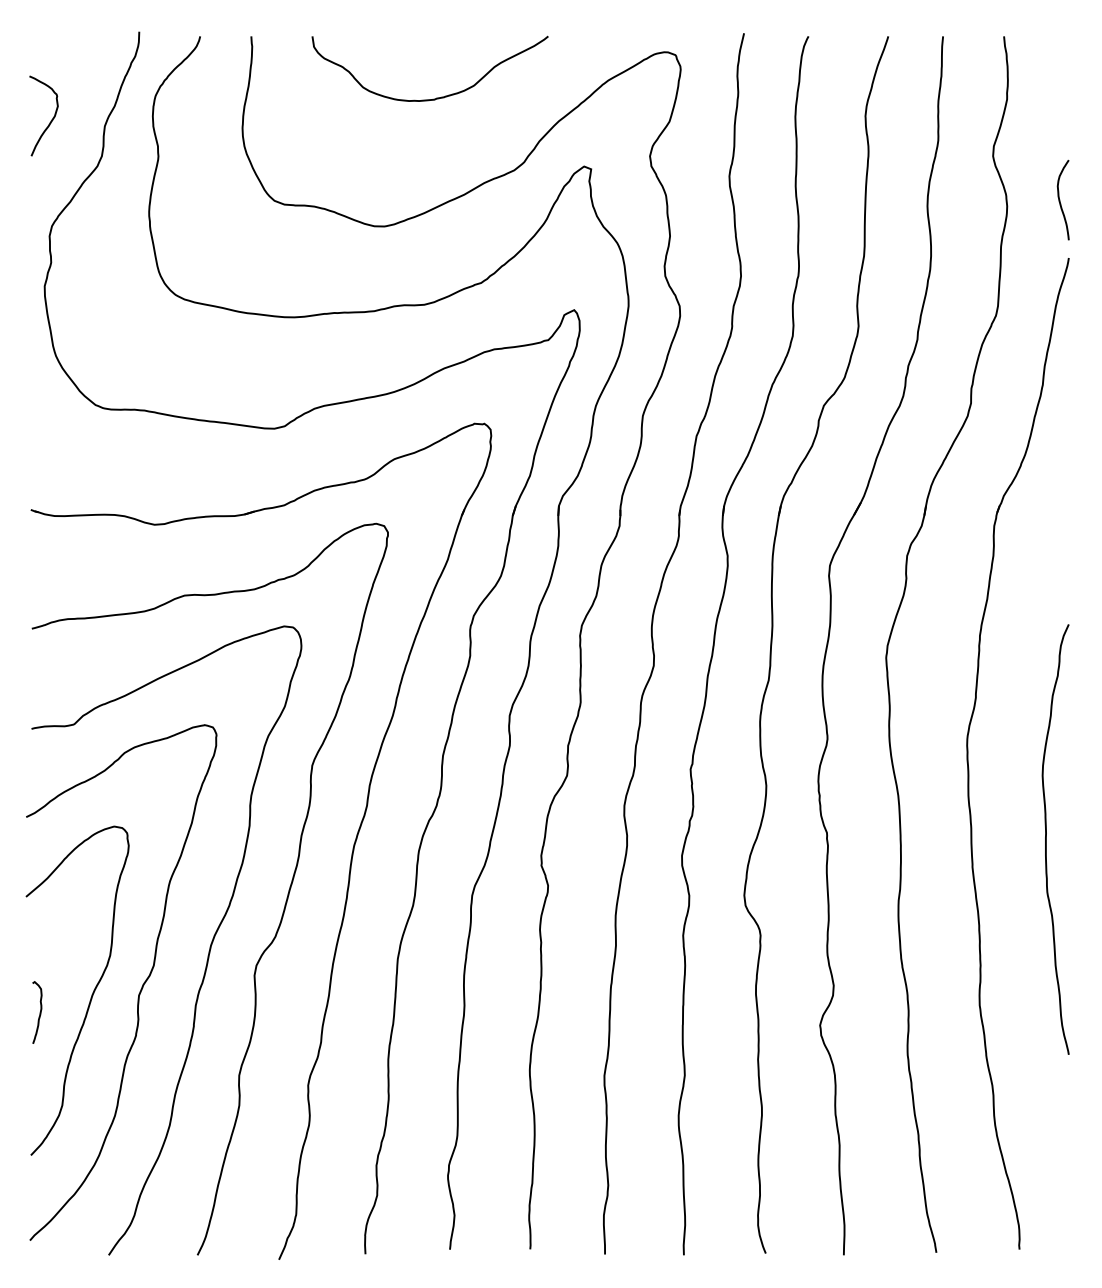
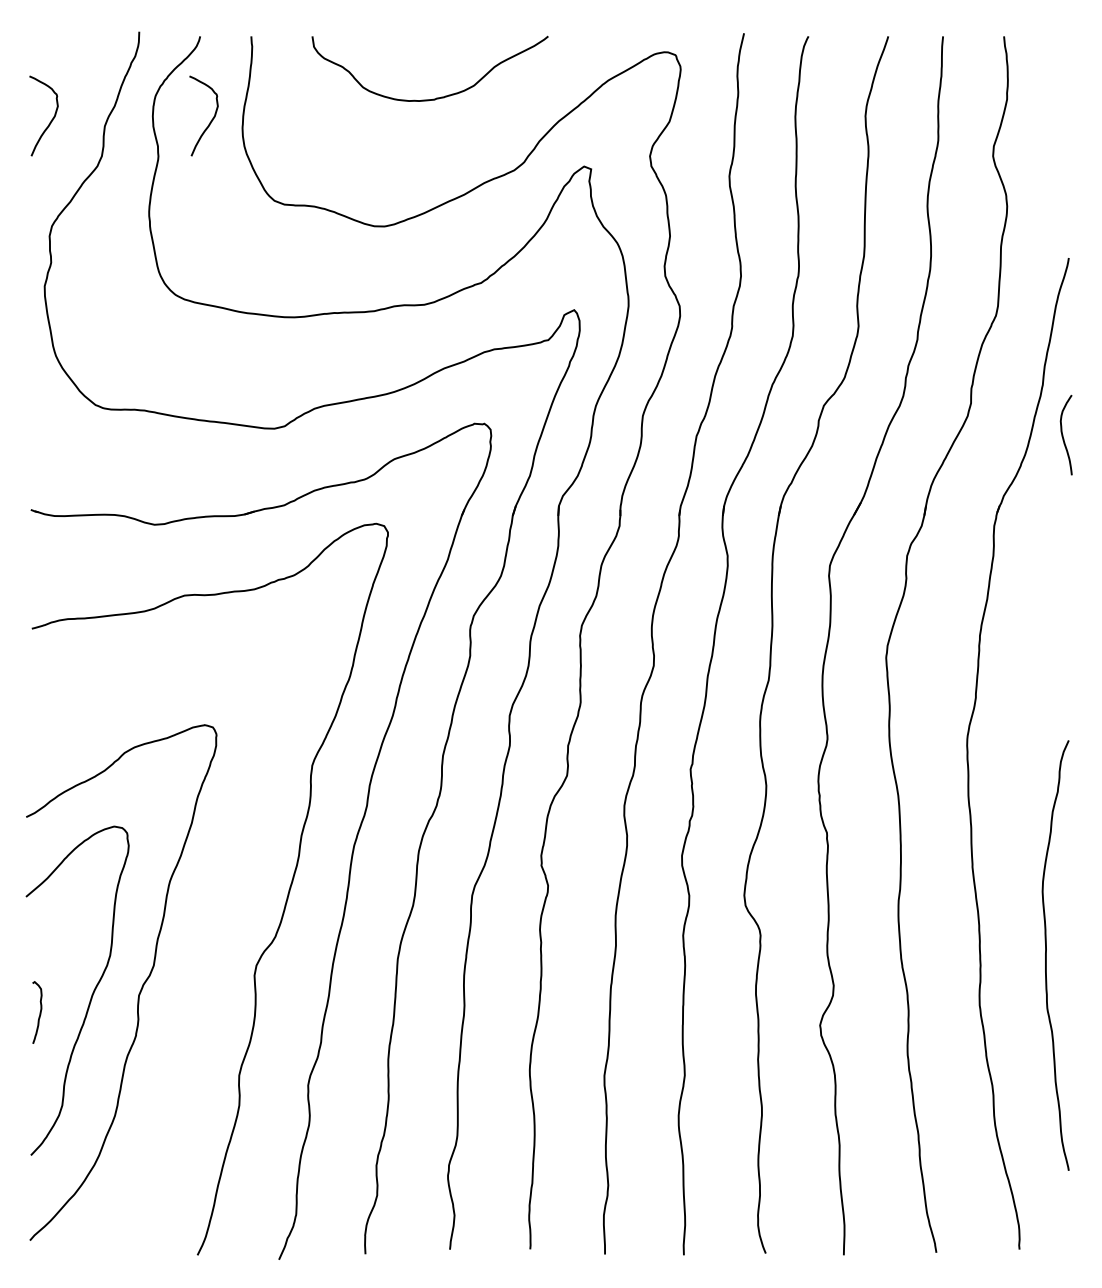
curve at (211, 119): none -> present
curve at (1060, 199) position: (1060, 199) -> (1063, 434)
curve at (1046, 839) position: (1046, 839) -> (1046, 955)
curve at (209, 946): present -> none
